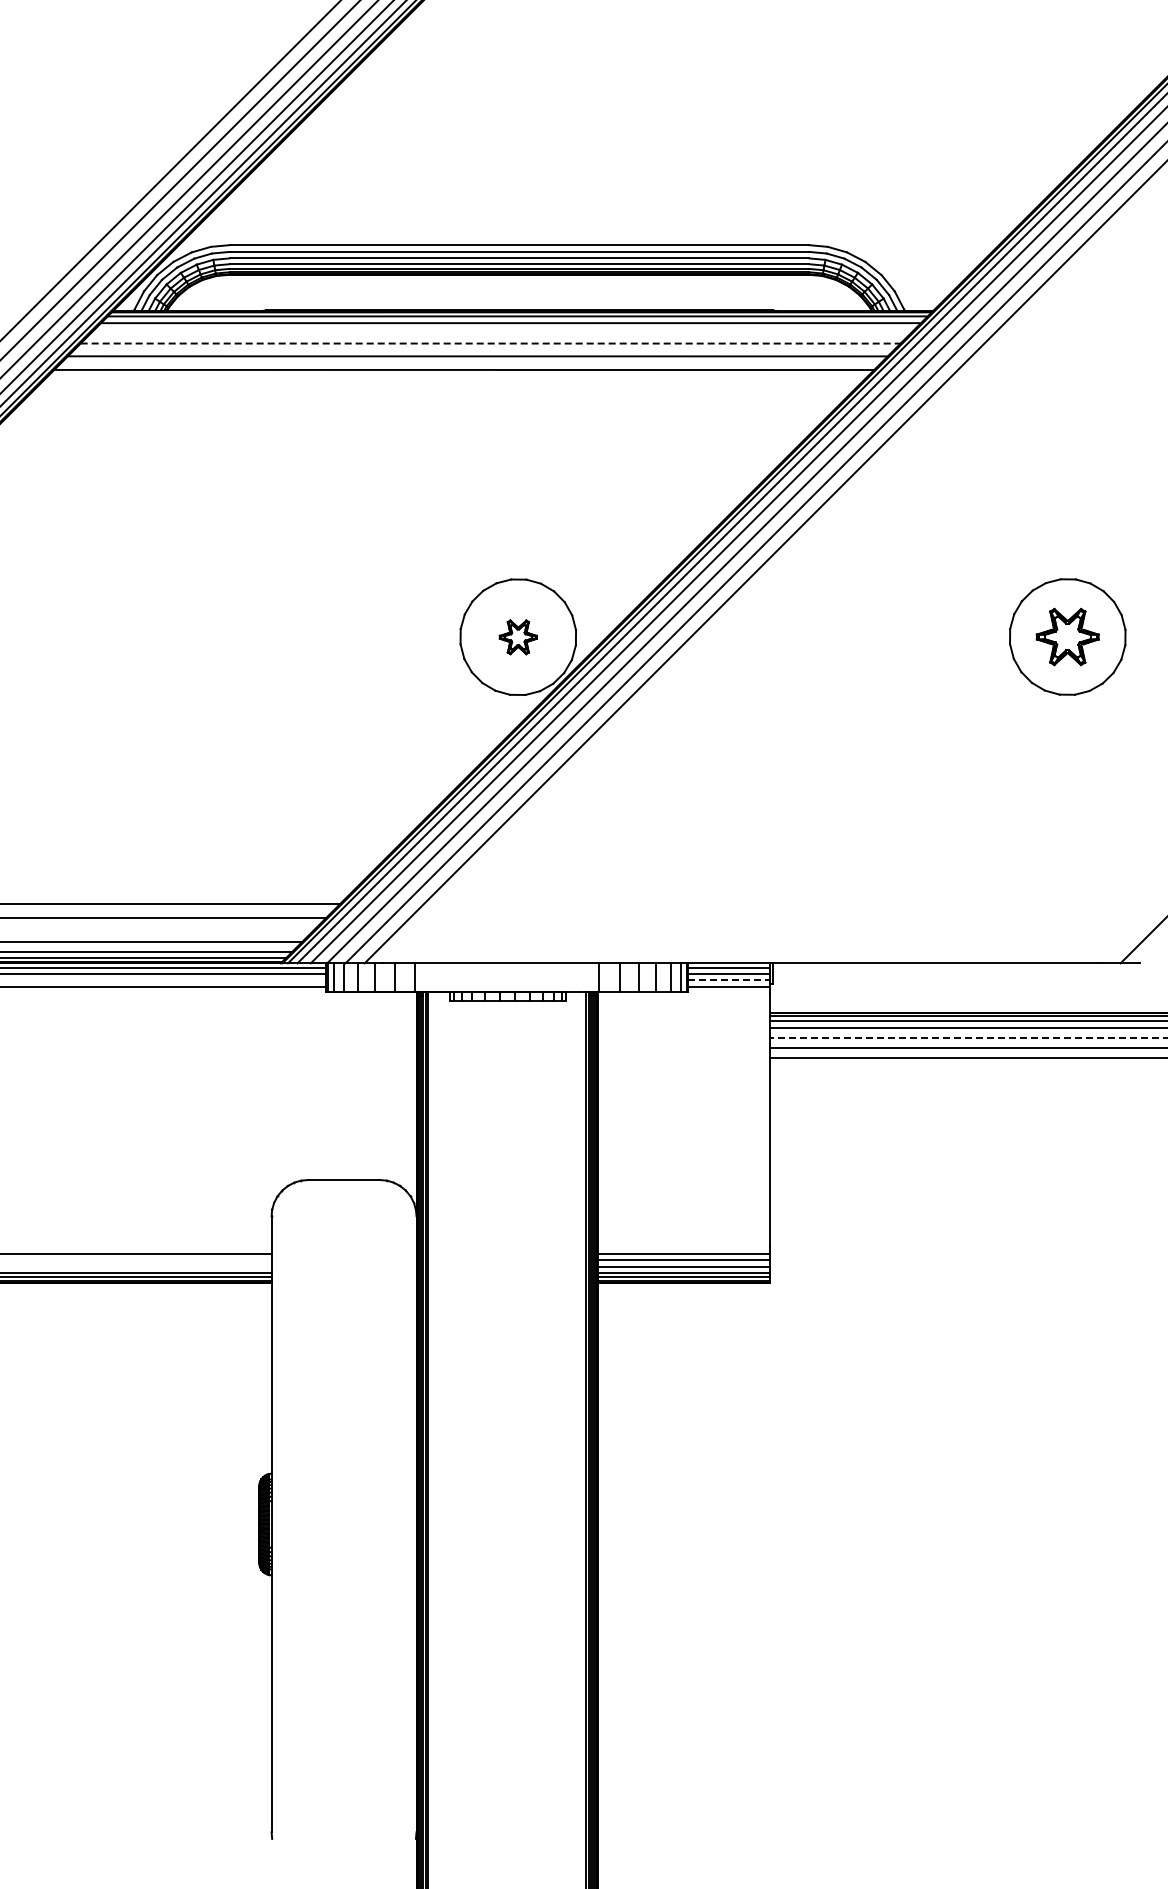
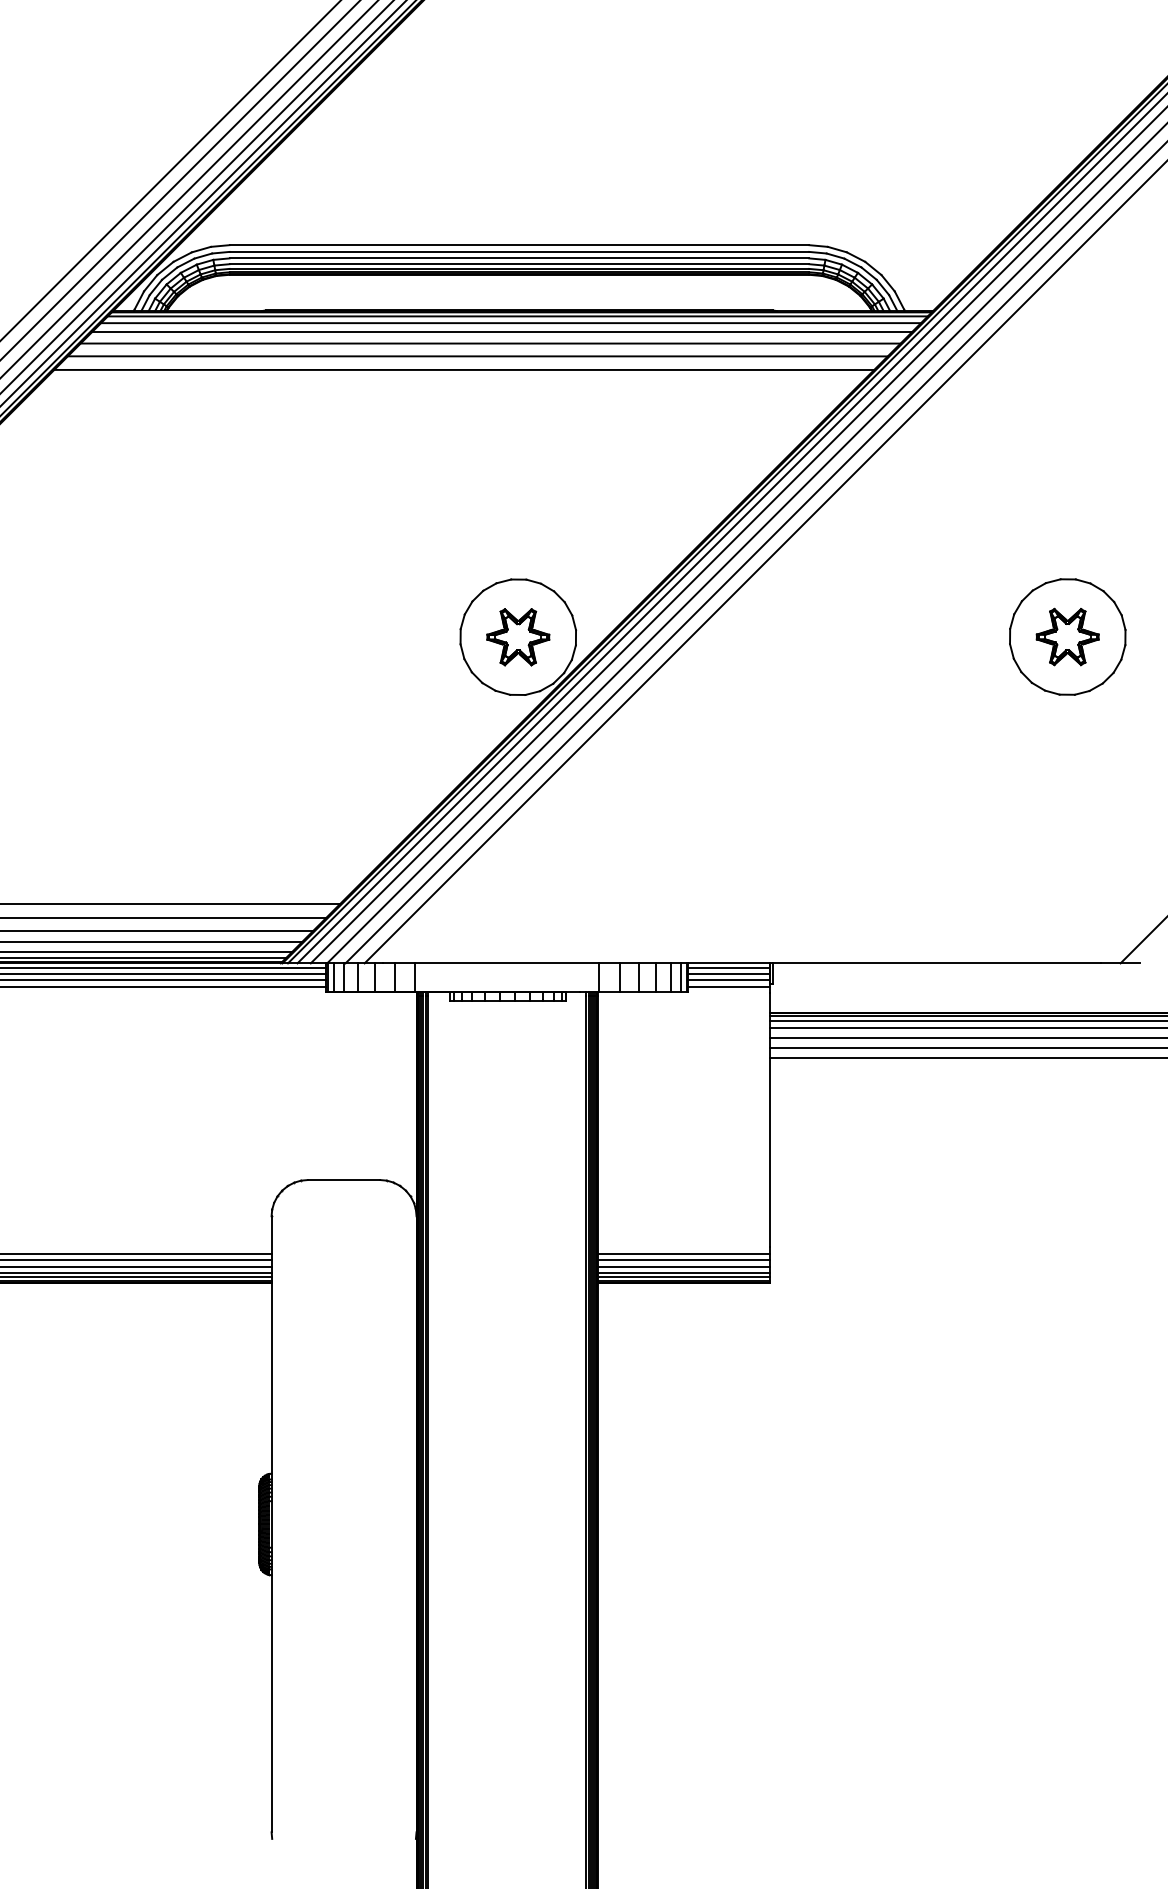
line at (501, 332): none -> present
line at (490, 343): dashed -> solid
part at (517, 637) size: 40x37 px -> 65x59 px
line at (157, 930): none -> present
line at (163, 979): none -> present
line at (729, 979): dashed -> solid
line at (968, 1037): dashed -> solid
line at (136, 1260): none -> present
line at (136, 1266): none -> present
